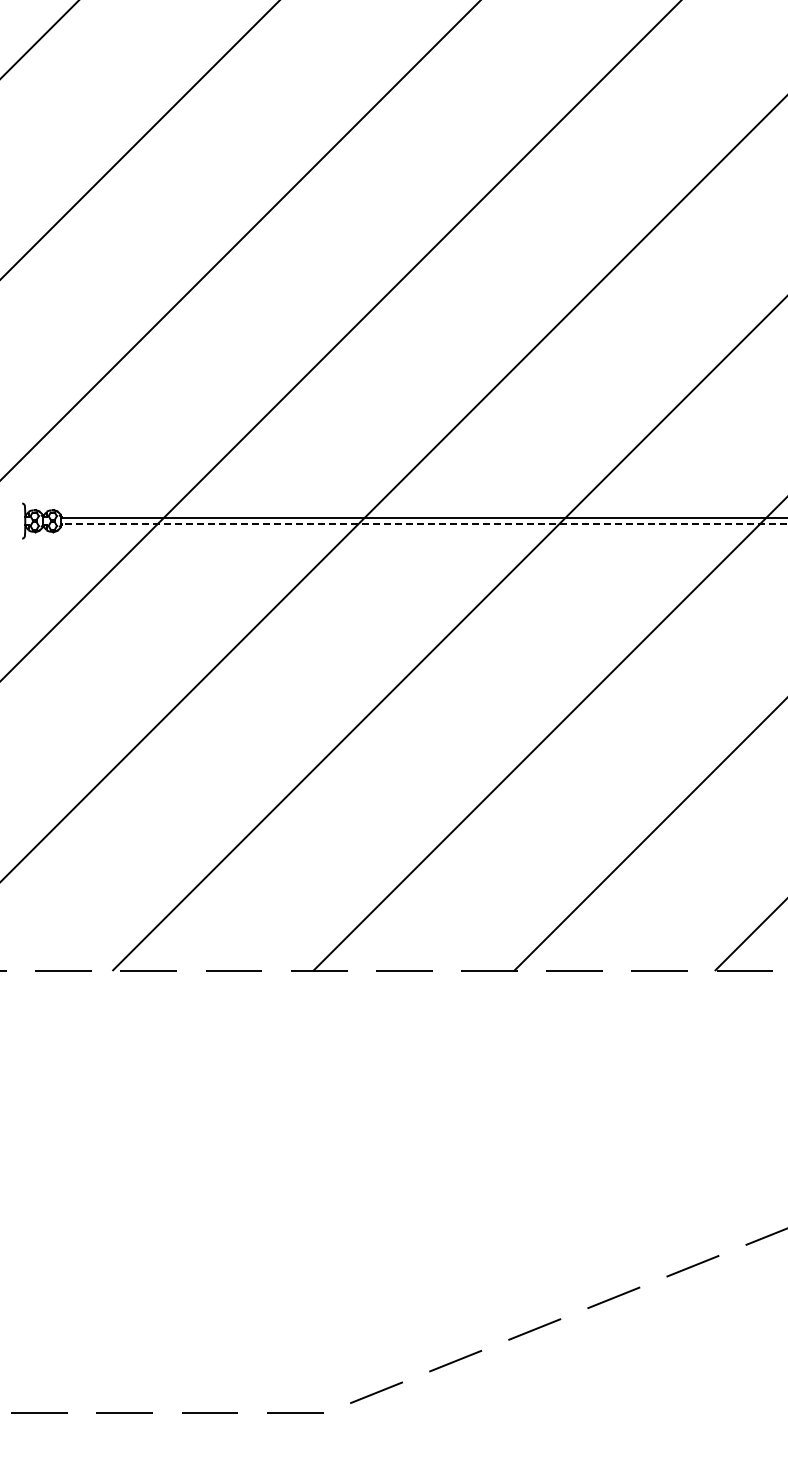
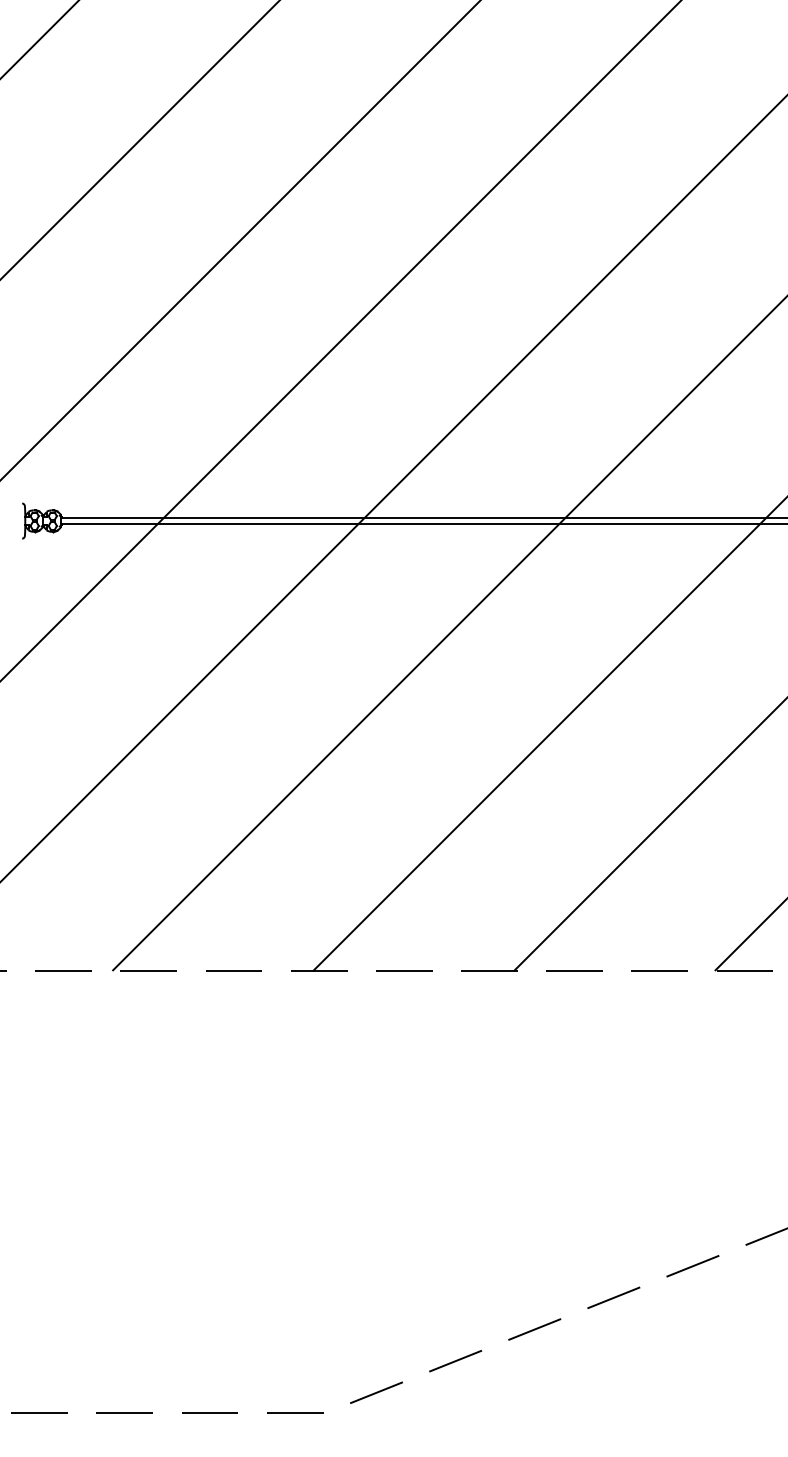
line at (424, 523): dashed -> solid
